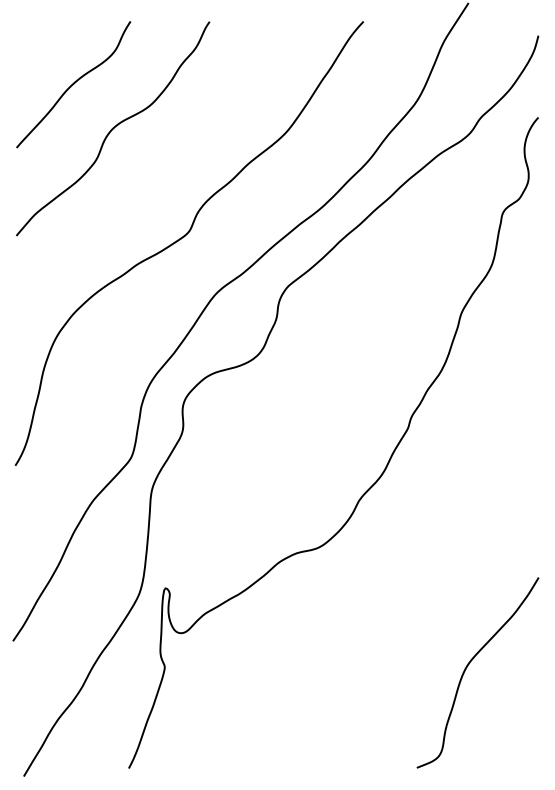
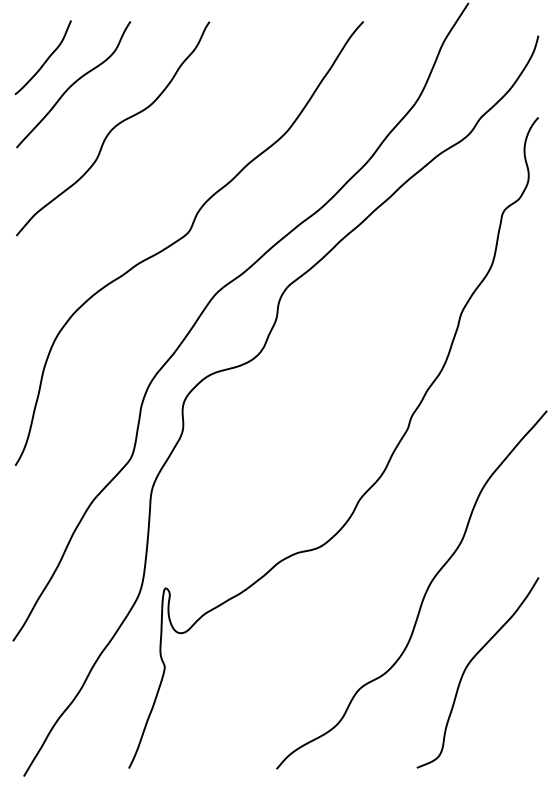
curve at (45, 60): none -> present
part at (423, 595): none -> present
